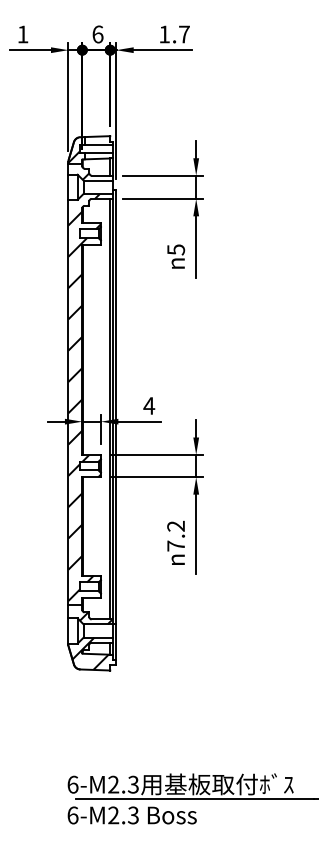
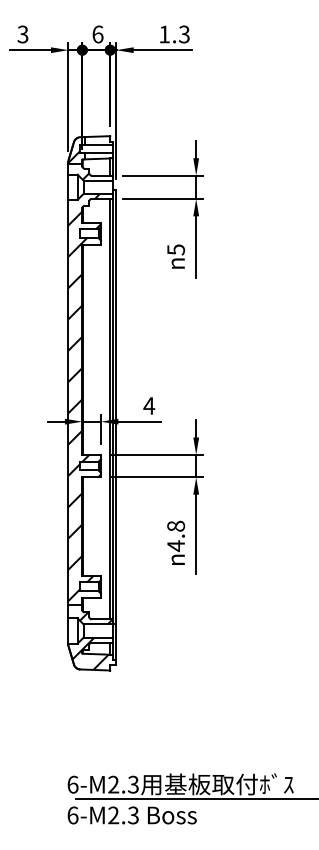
text at (22, 34): 1 -> 3
text at (183, 34): 1.7 -> 1.3
text at (176, 536): 7.2 -> 4.8
